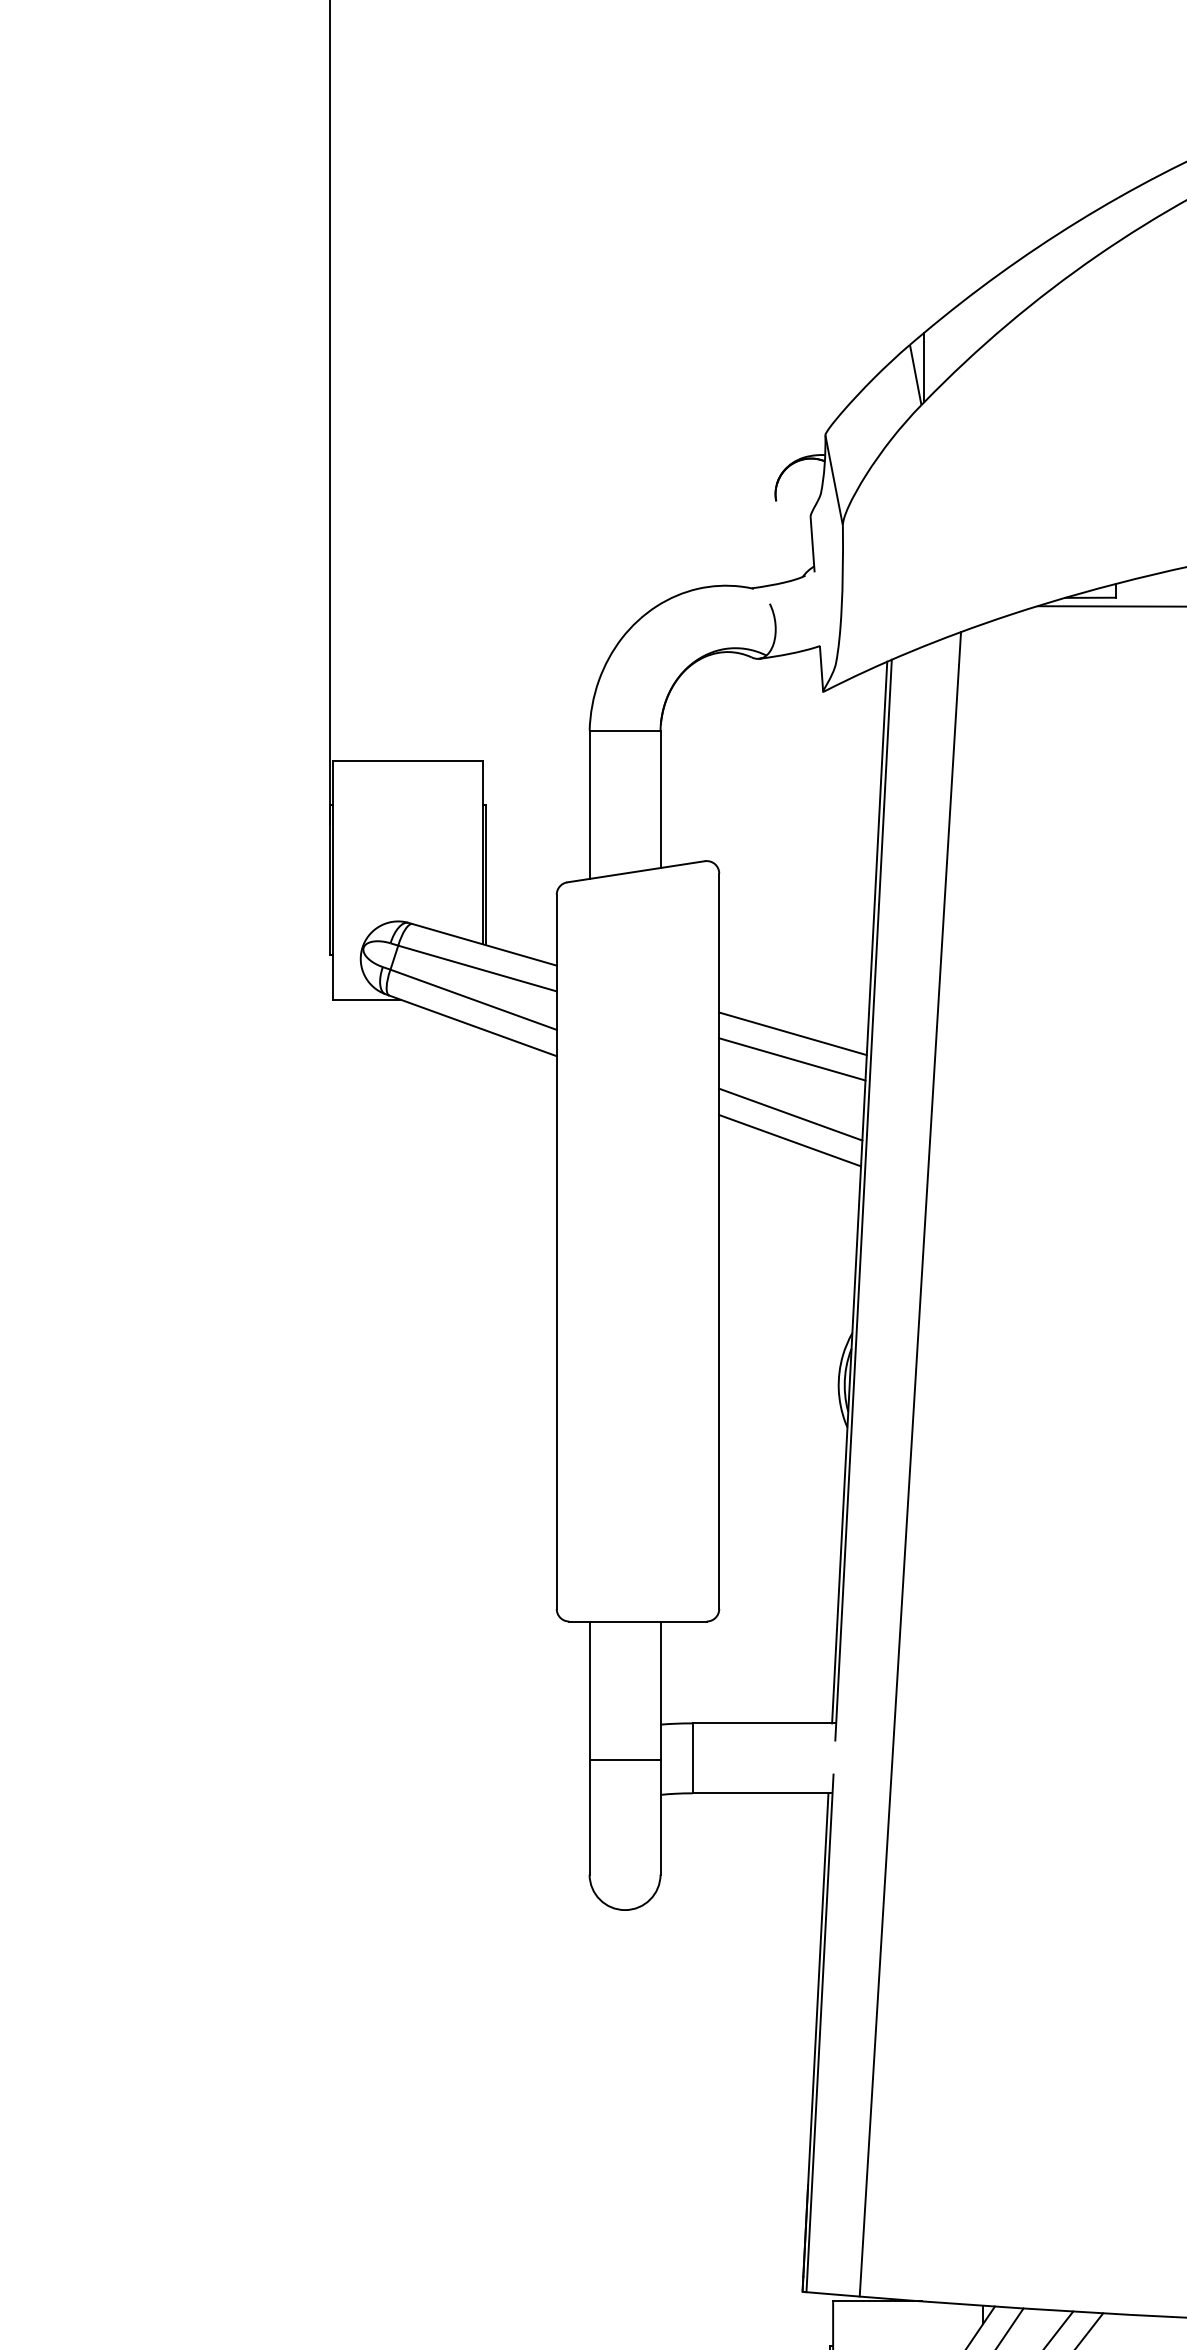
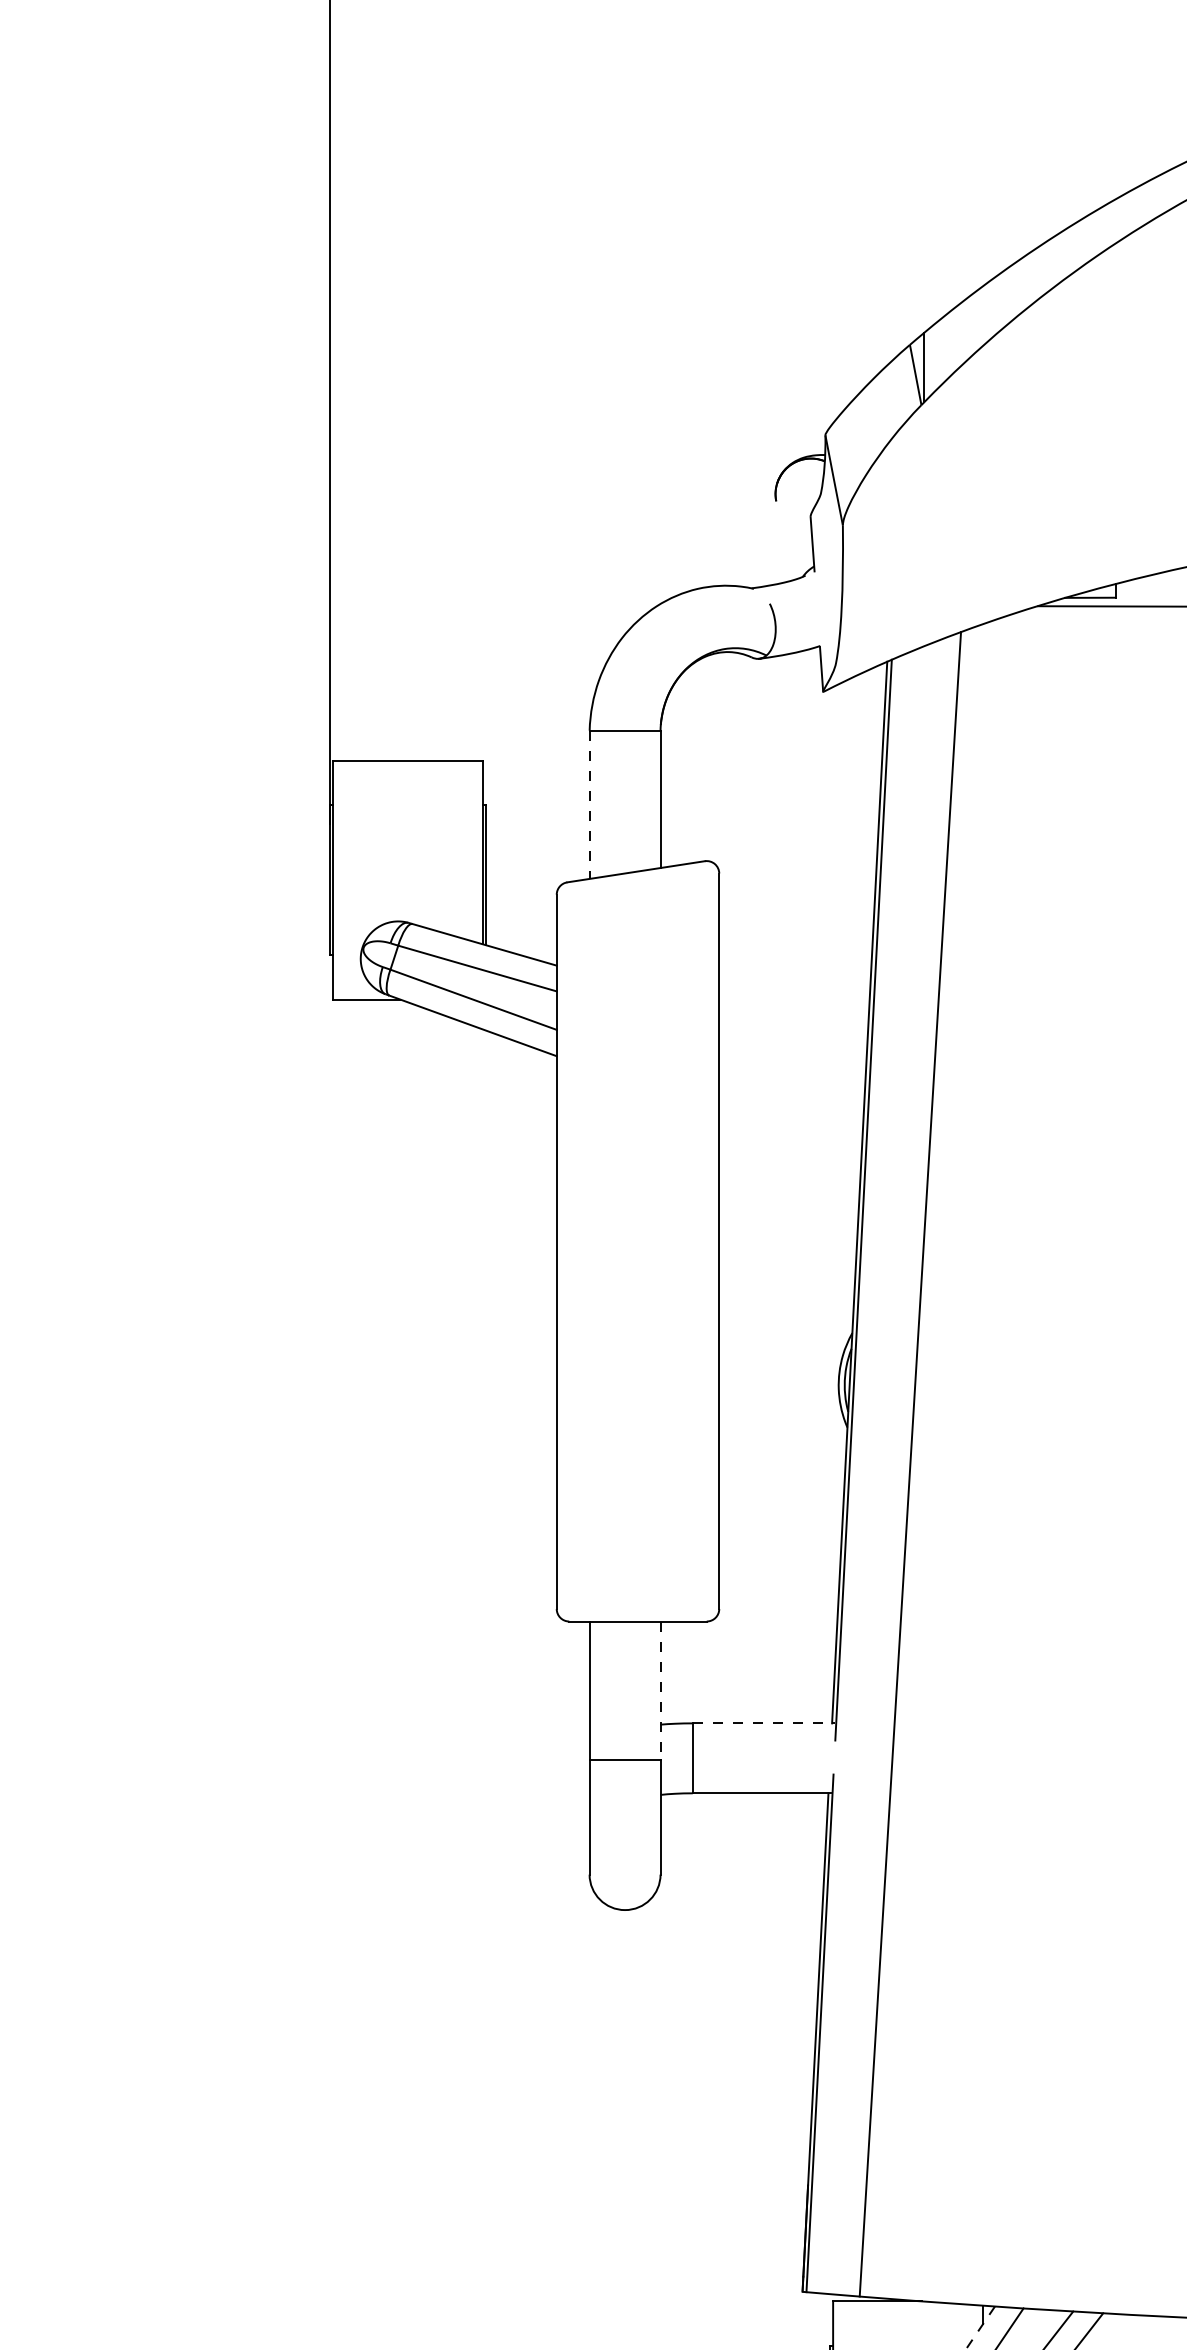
line at (589, 805): solid -> dashed
line at (792, 1033): present -> none
line at (792, 1059): present -> none
line at (790, 1114): present -> none
line at (790, 1140): present -> none
line at (660, 1691): solid -> dashed
line at (763, 1723): solid -> dashed
line at (980, 2328): solid -> dashed
